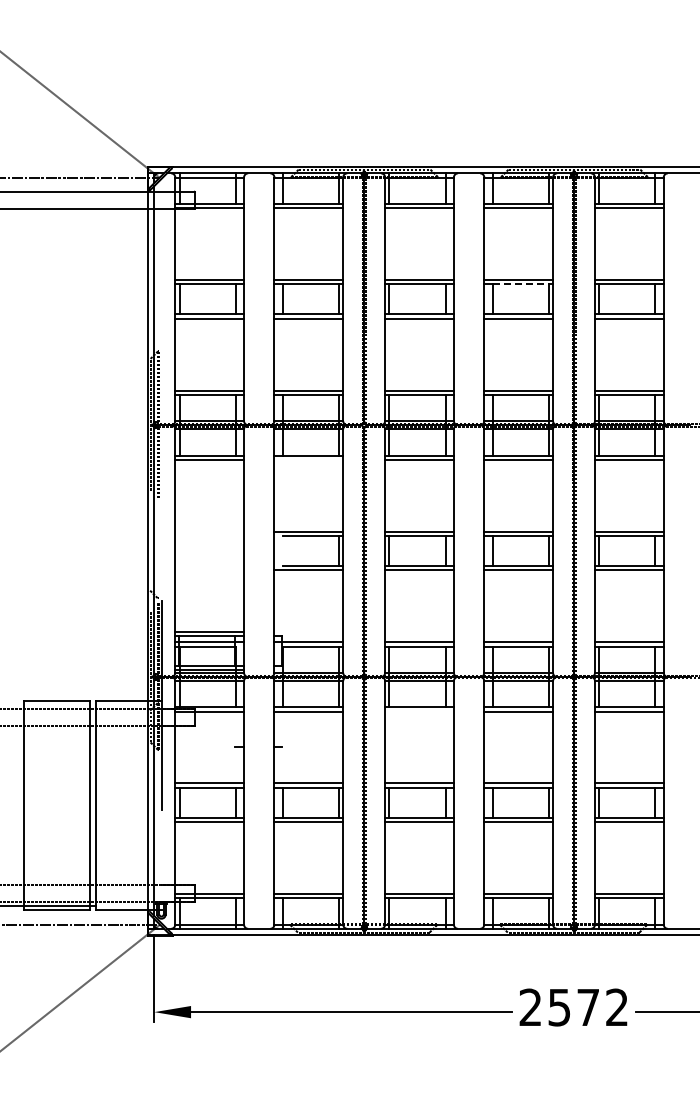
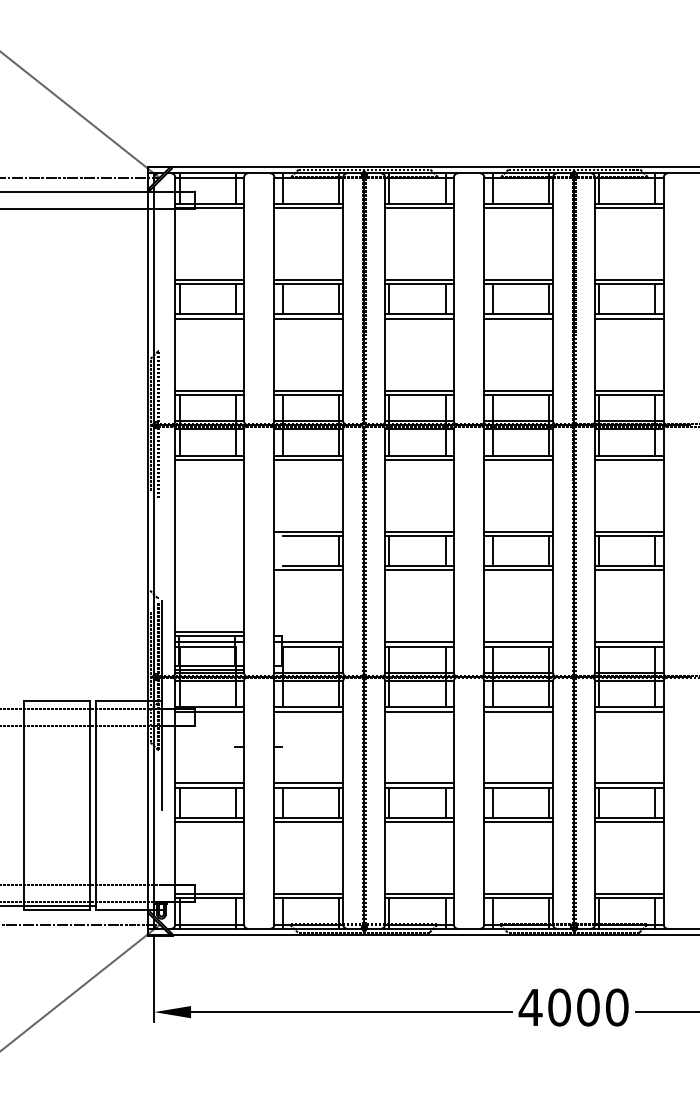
line at (521, 284): dashed -> solid
line at (308, 459): none -> present
line at (419, 711): none -> present
text at (573, 1007): 2572 -> 4000
